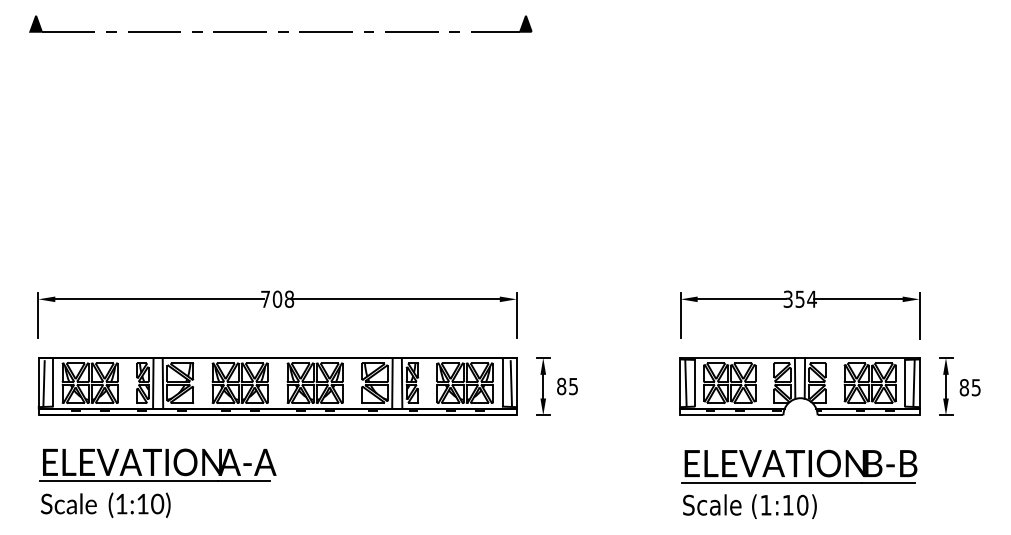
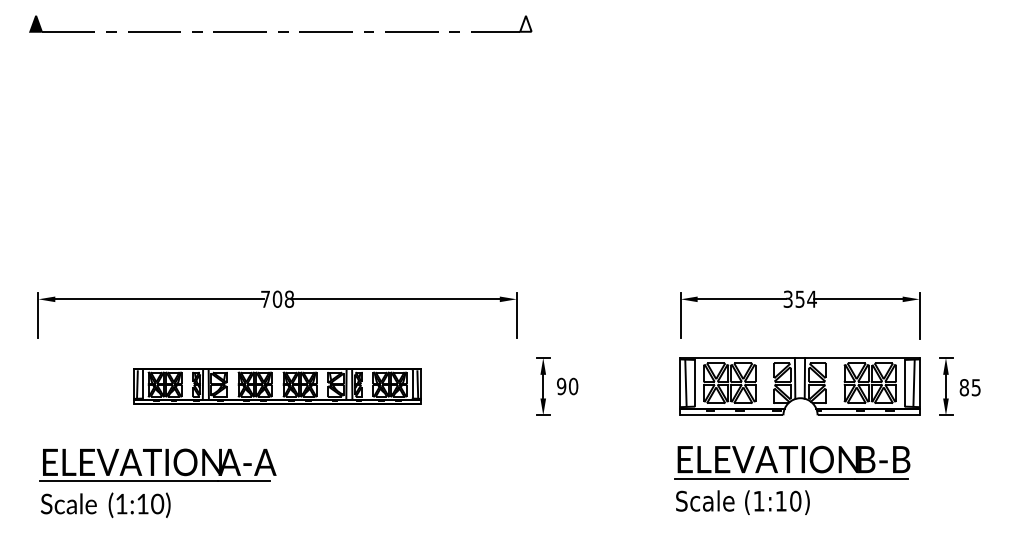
fill at (525, 23): present -> none
part at (277, 386) size: 481x59 px -> 289x37 px
text at (567, 386): 85 -> 90
part at (799, 483) position: (799, 483) -> (792, 479)
